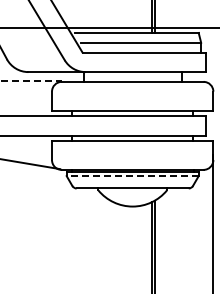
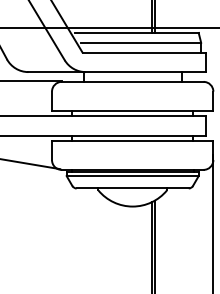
line at (30, 81): dashed -> solid
line at (132, 176): dashed -> solid
